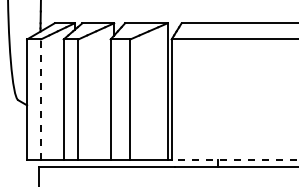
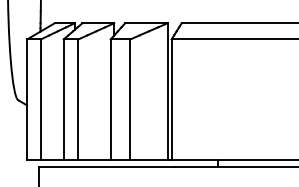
line at (40, 99): dashed -> solid
line at (234, 159): dashed -> solid
